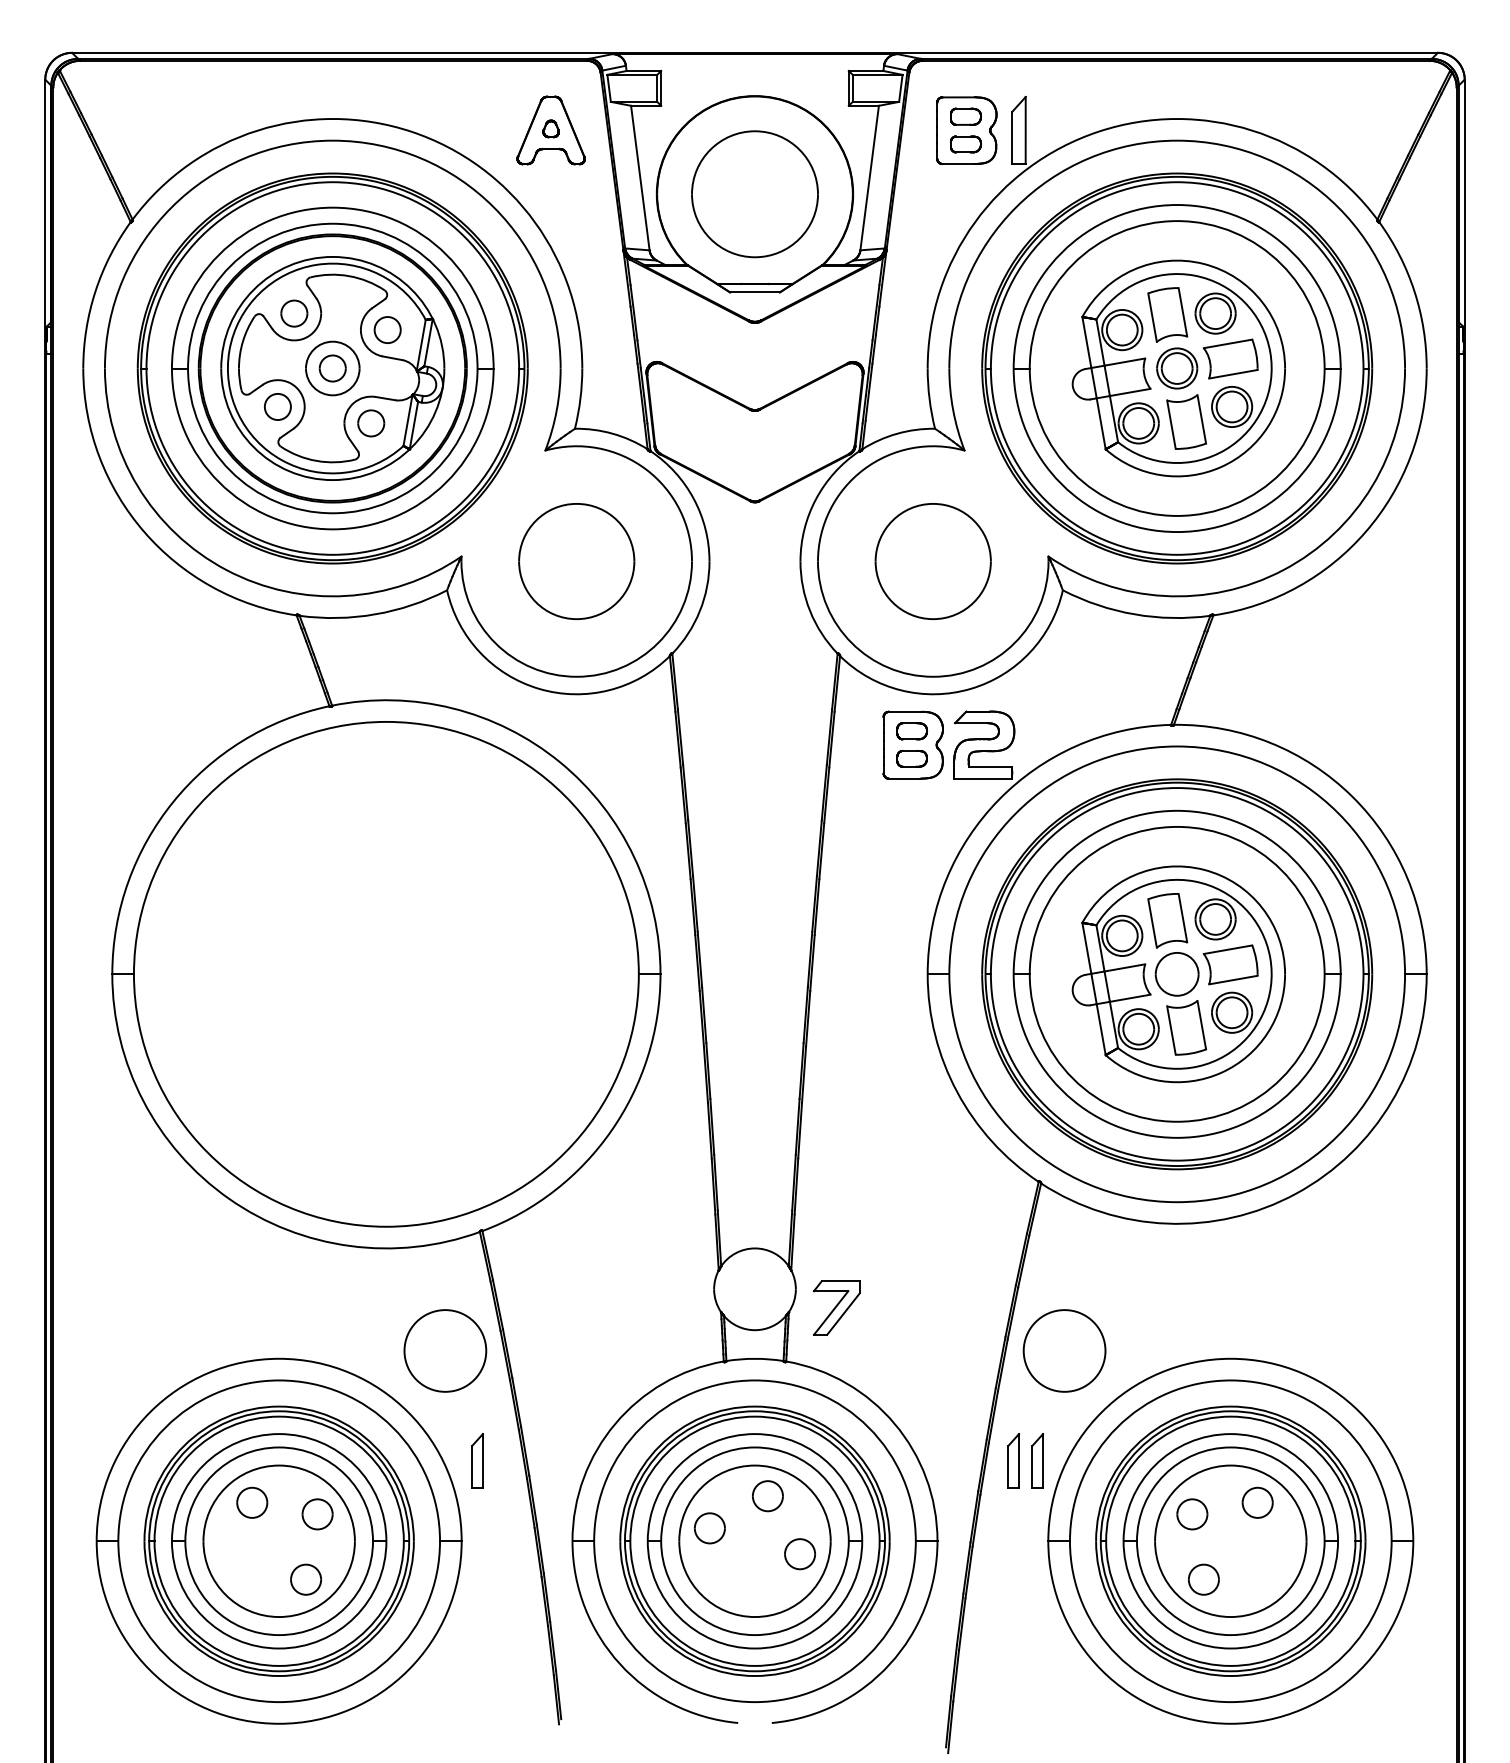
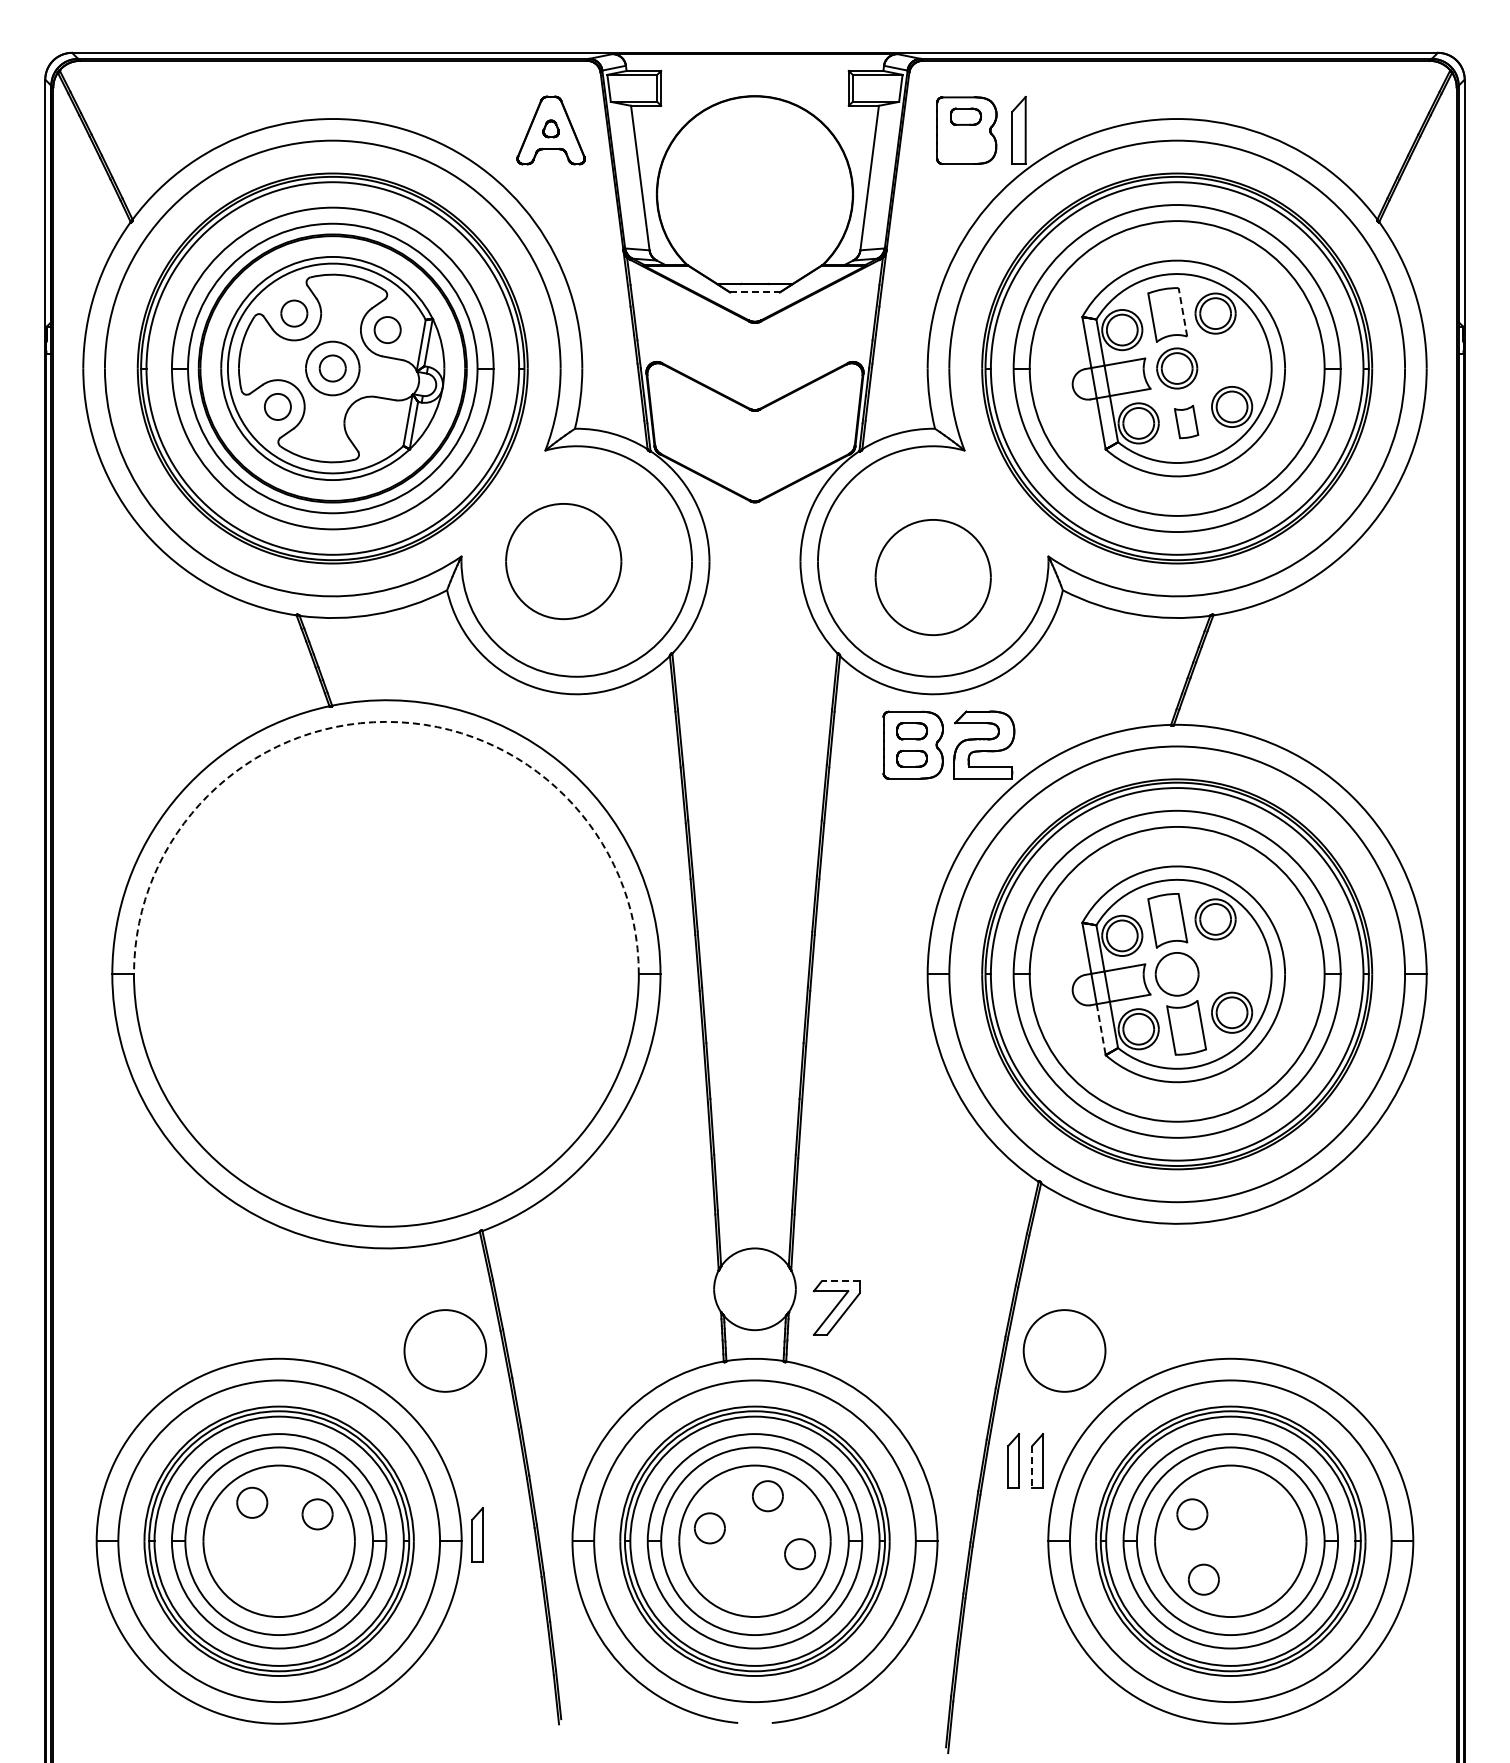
part at (965, 144): present -> none
part at (754, 194): present -> none
line at (755, 292): solid -> dashed
line at (1182, 312): solid -> dashed
part at (1230, 358): present -> none
part at (1186, 421) size: 41x56 px -> 26x36 px
part at (371, 423): present -> none
part at (576, 561) position: (576, 561) -> (563, 561)
part at (932, 561) position: (932, 561) -> (932, 577)
arc at (386, 721): solid -> dashed
part at (1230, 964): present -> none
line at (1101, 1029): solid -> dashed
line at (840, 1281): solid -> dashed
part at (477, 1460) position: (477, 1460) -> (477, 1534)
line at (1032, 1466): solid -> dashed
part at (1257, 1502): present -> none
part at (305, 1579): present -> none
